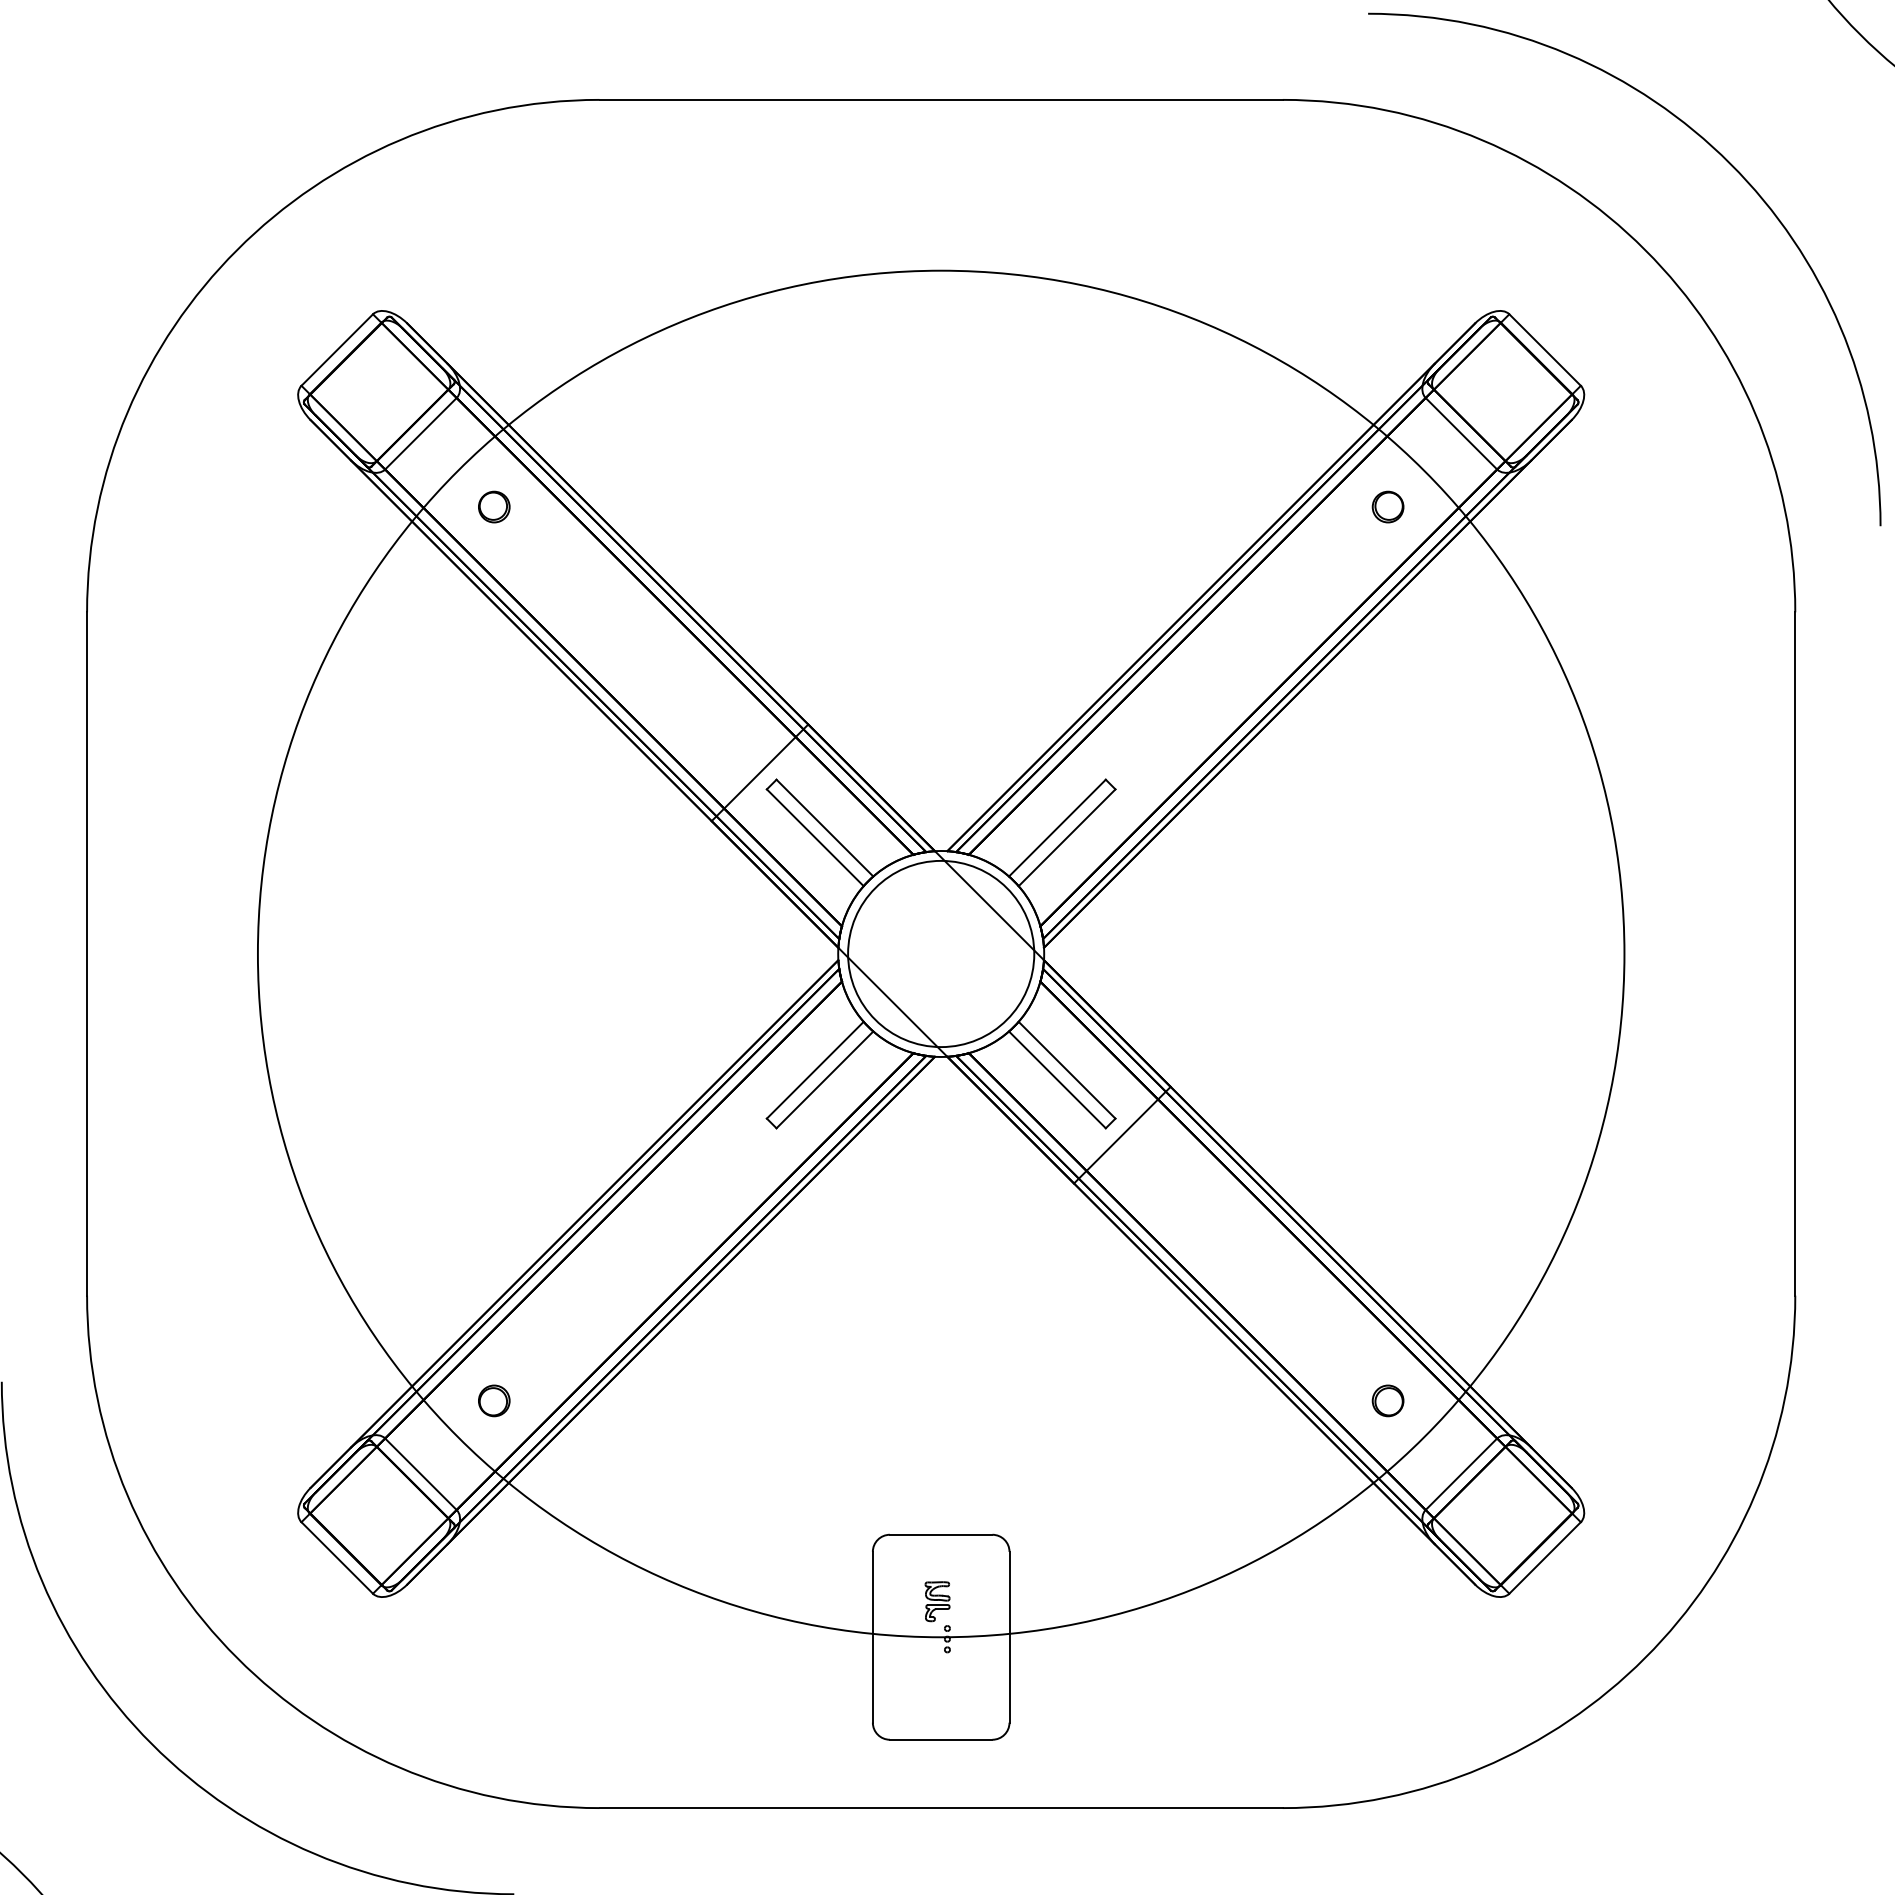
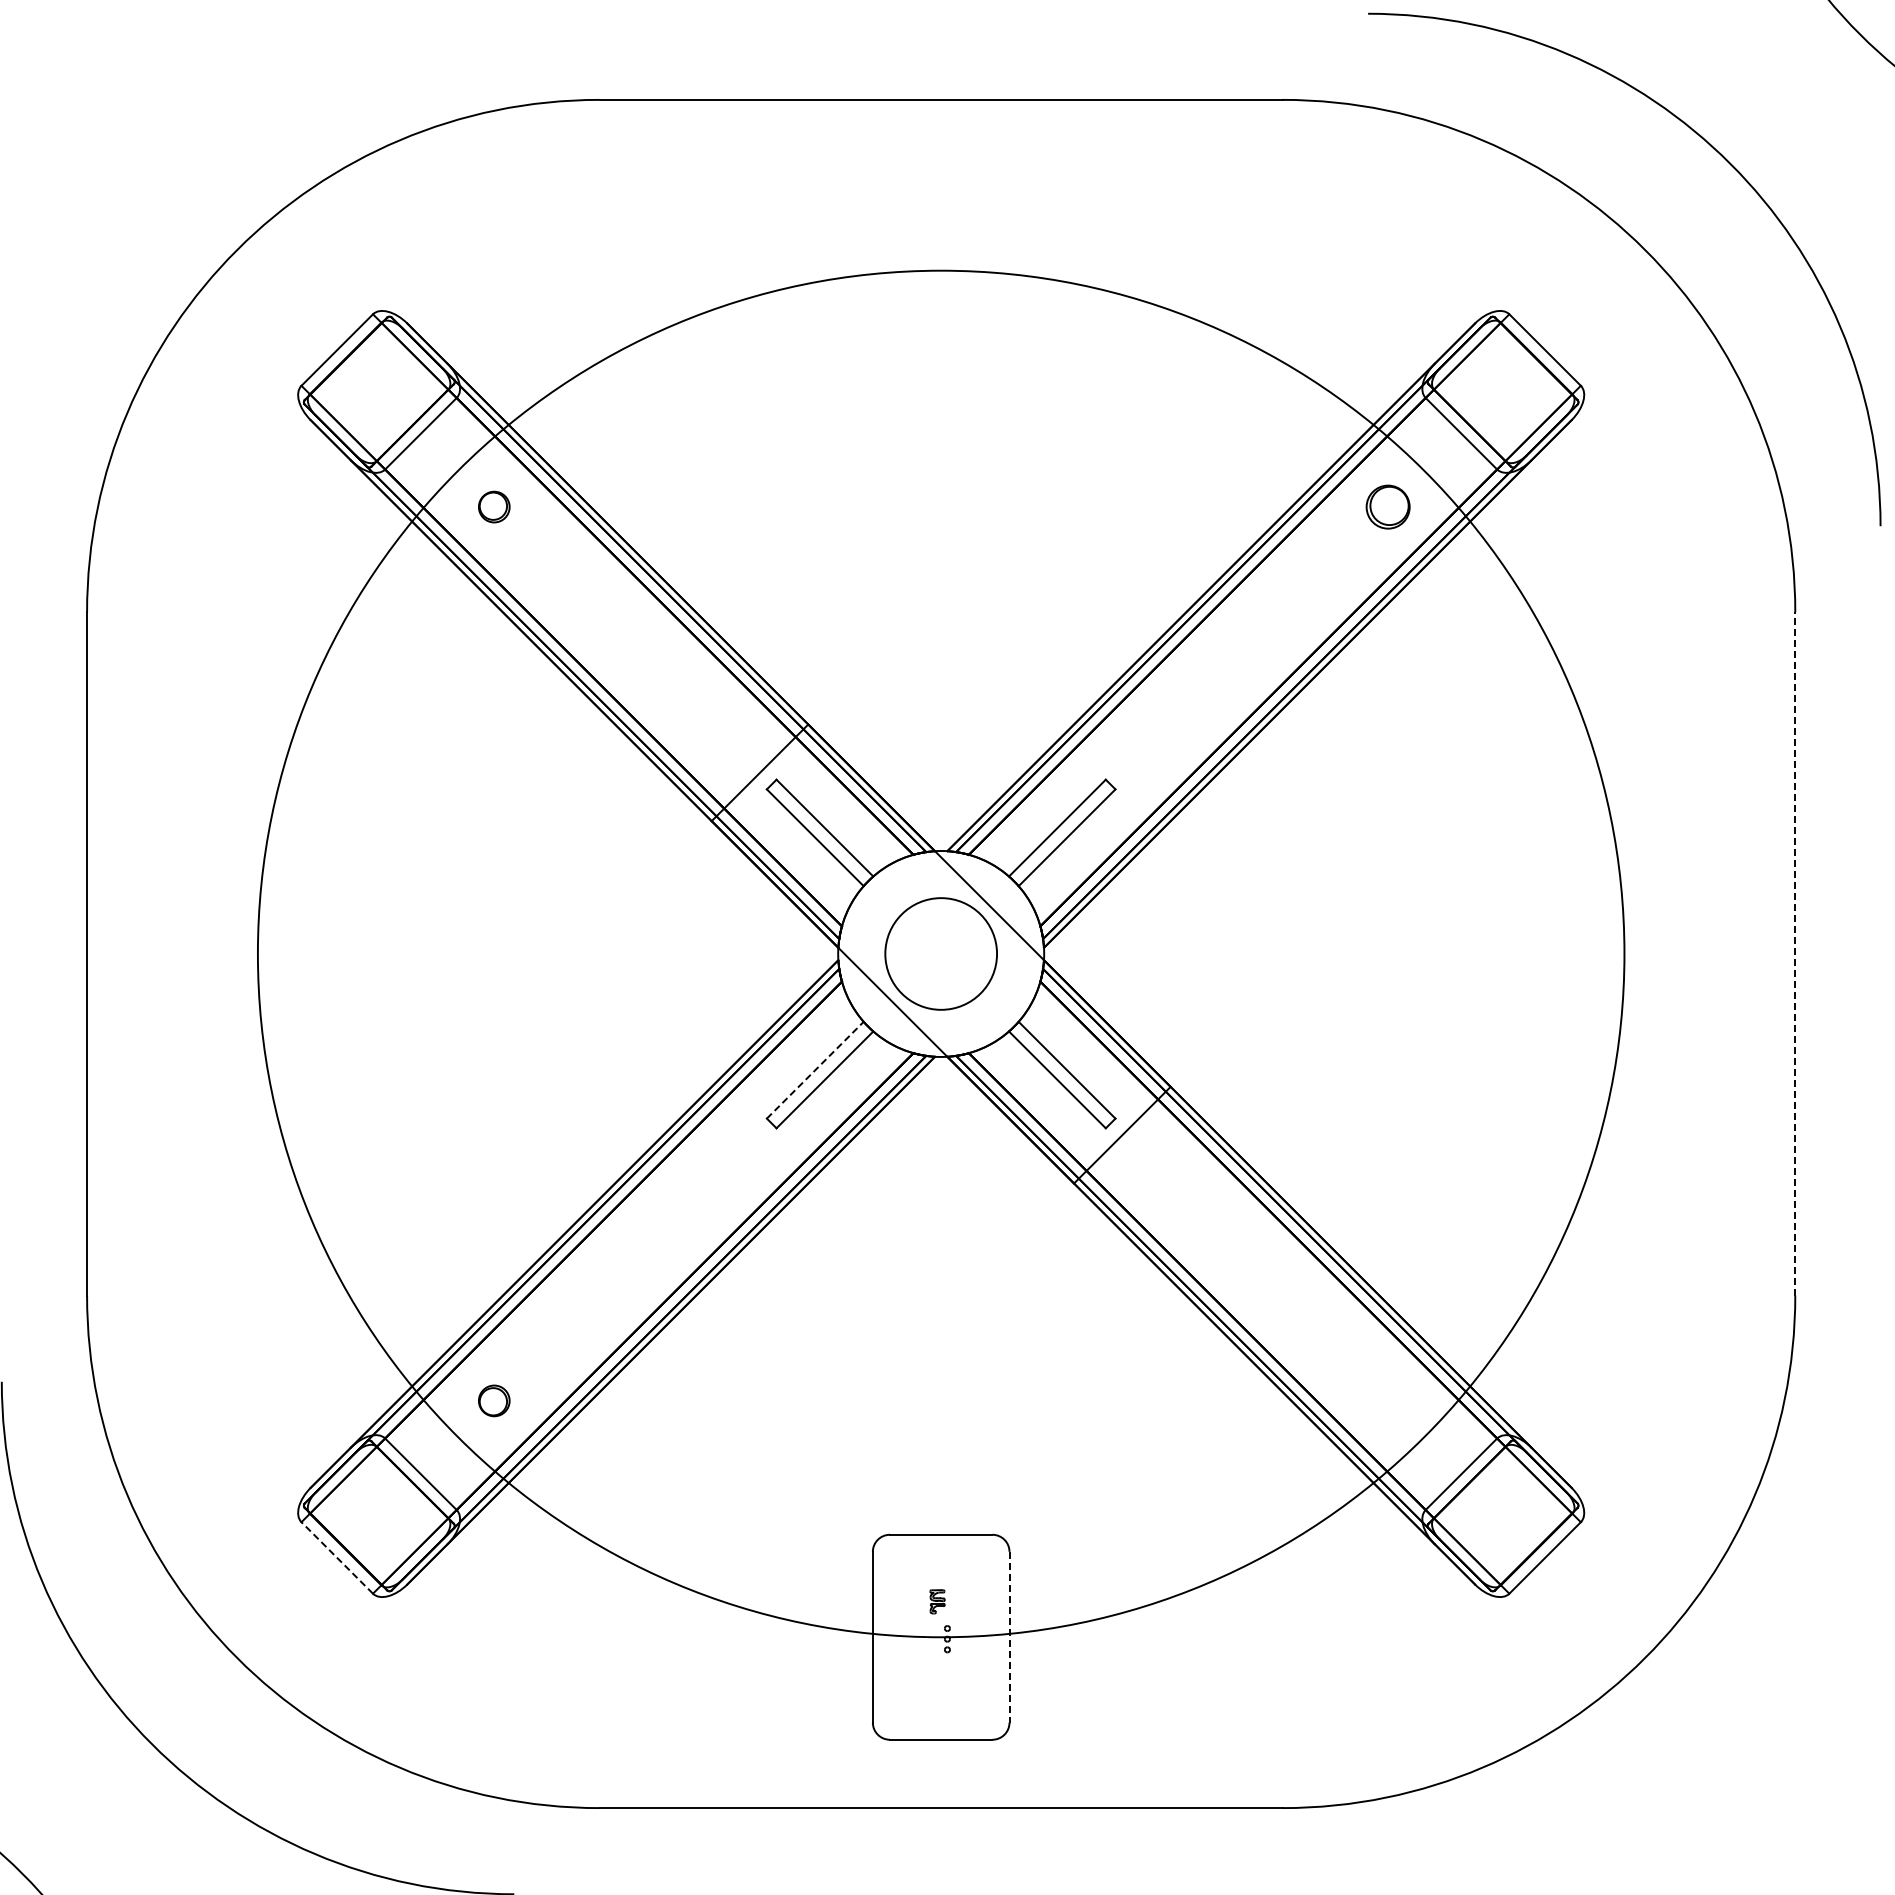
part at (1387, 506) size: 34x34 px -> 46x46 px
circle at (941, 953) diameter: 186 px -> 112 px
line at (1795, 953): solid -> dashed
line at (815, 1069): solid -> dashed
part at (1387, 1400): present -> none
line at (337, 1557): solid -> dashed
part at (937, 1601) size: 27x42 px -> 17x26 px
line at (1009, 1637): solid -> dashed
